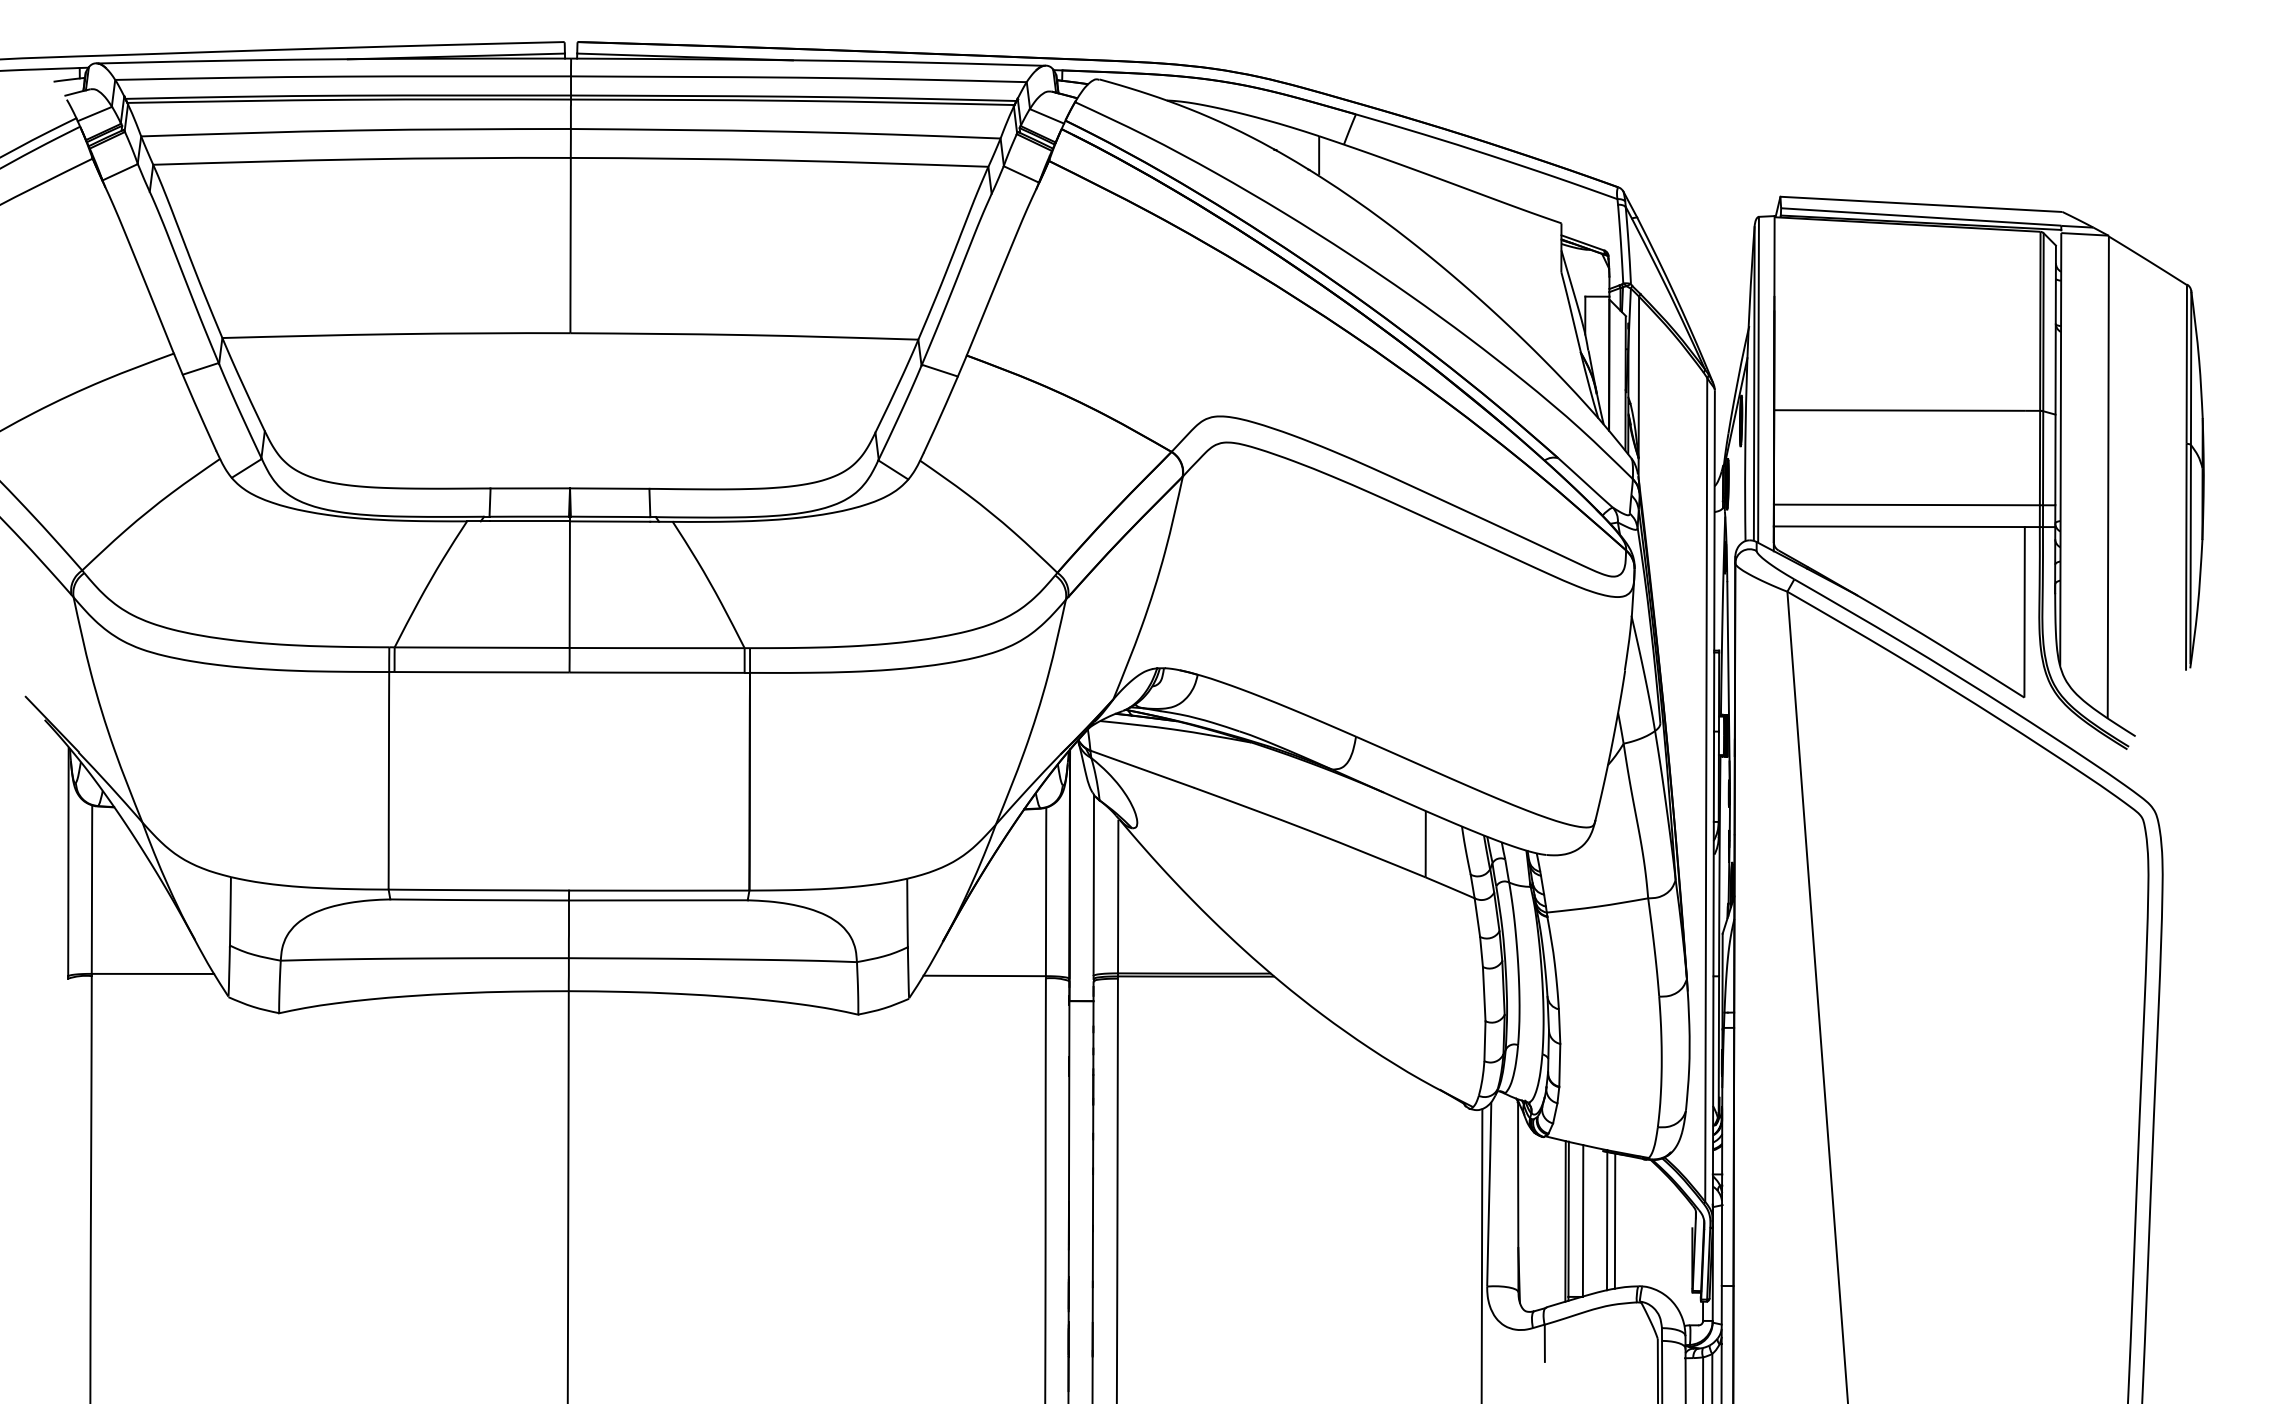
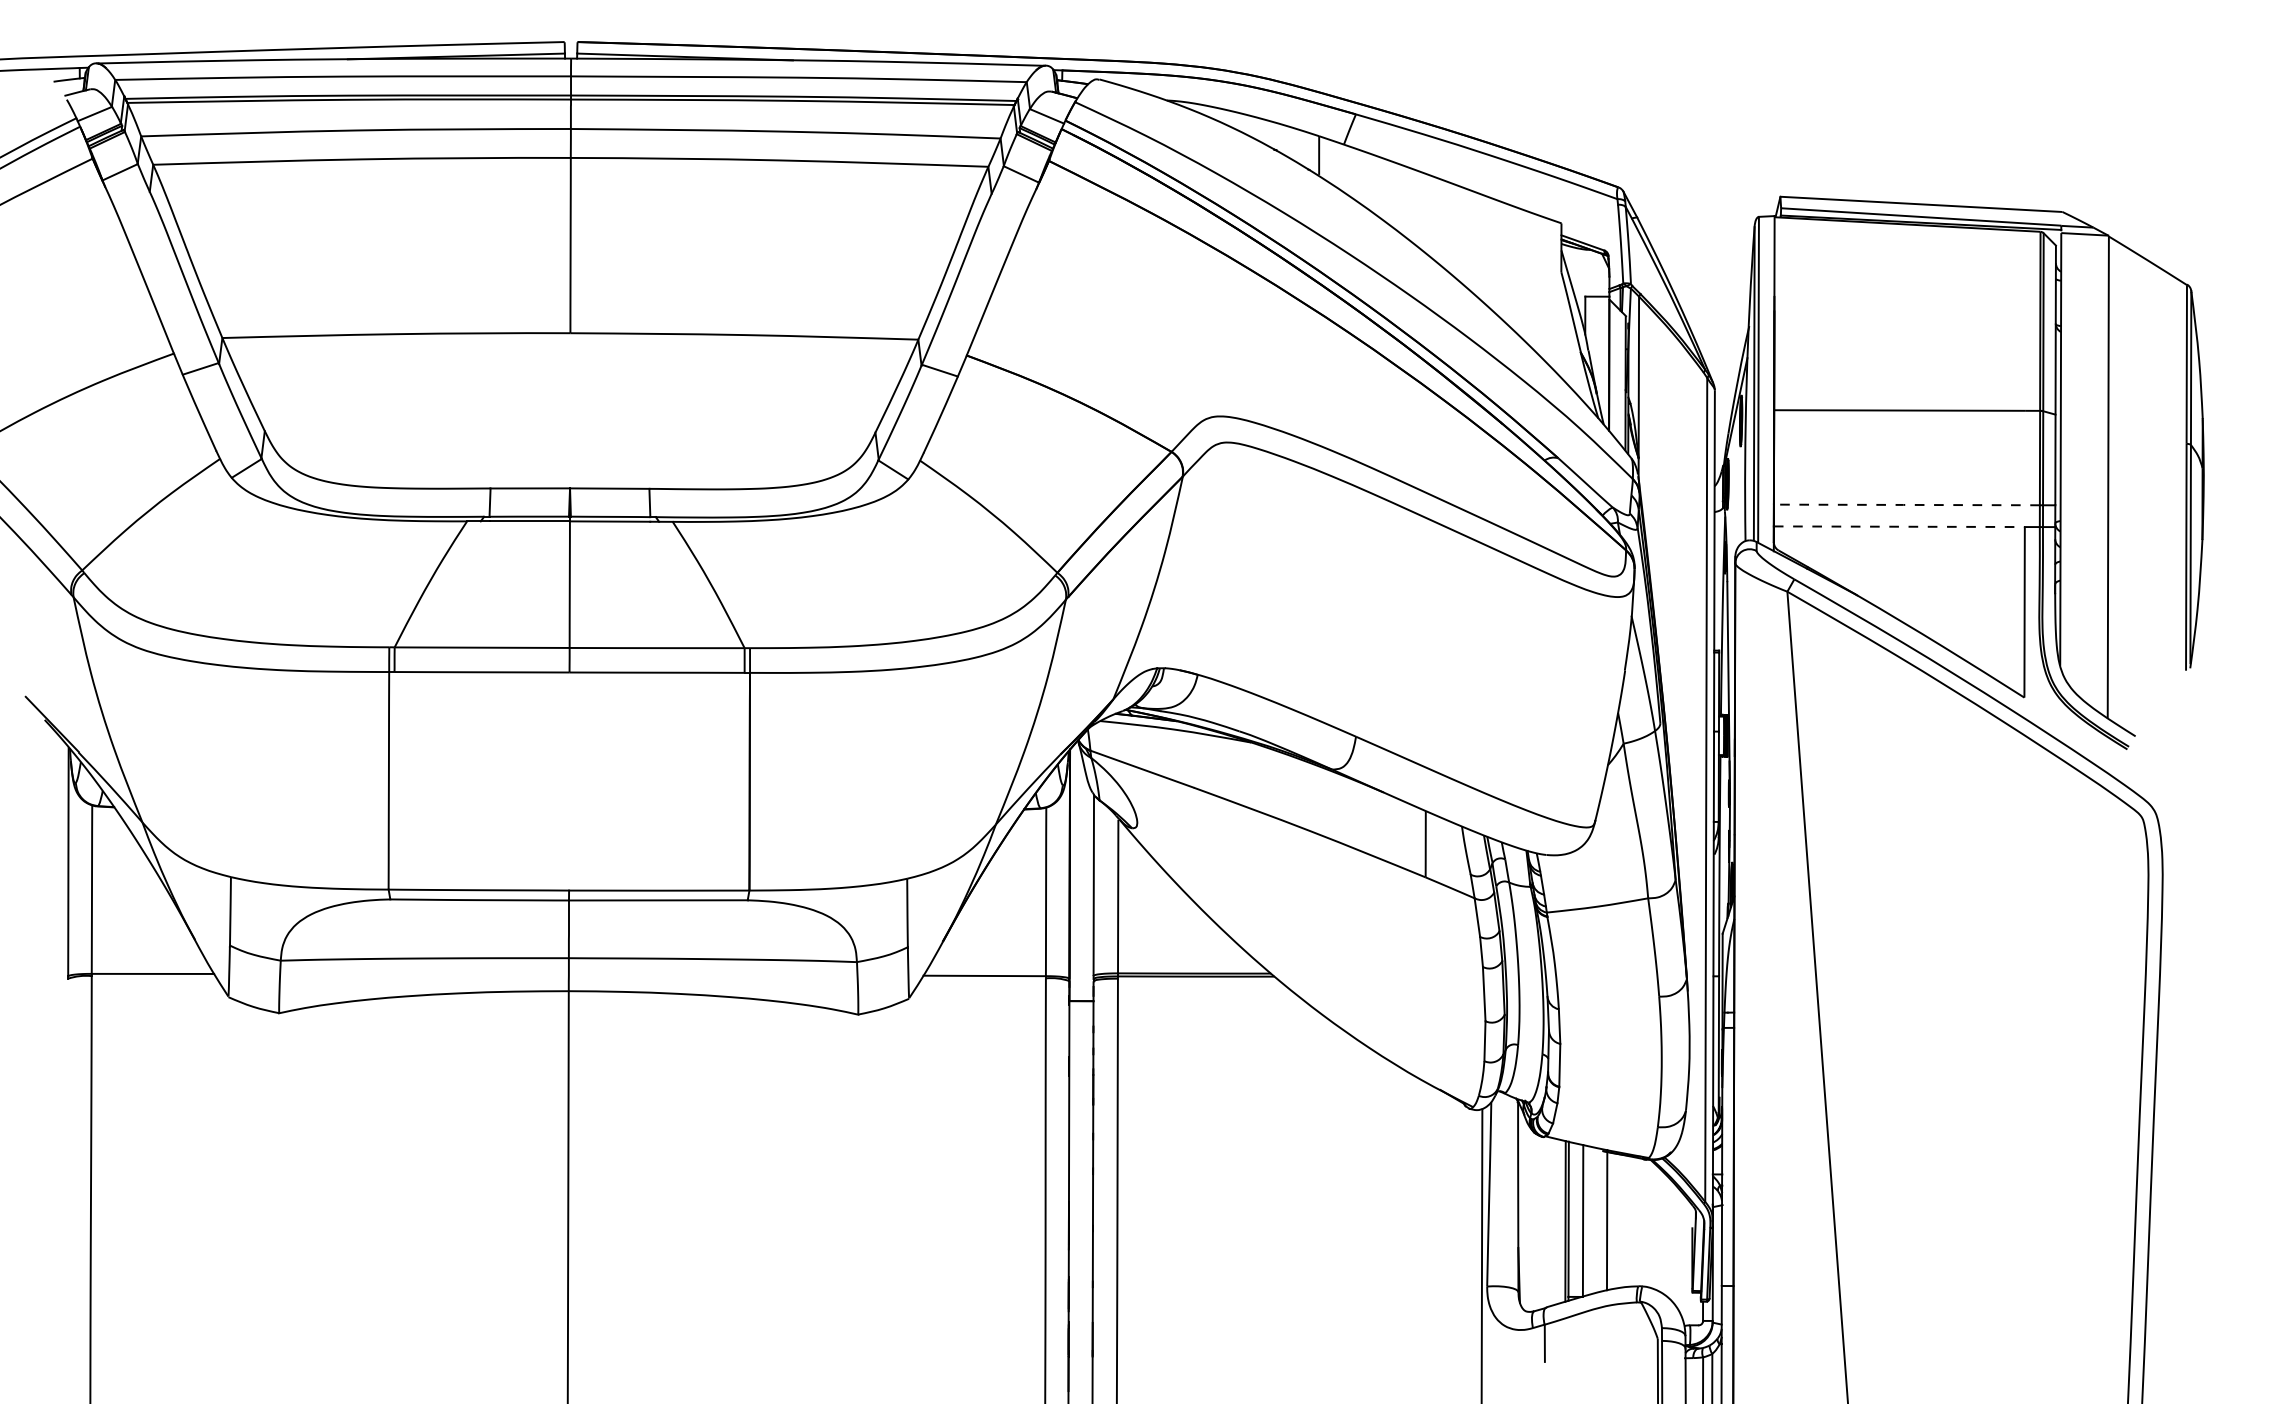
line at (1906, 504): solid -> dashed
line at (1899, 526): solid -> dashed
line at (1614, 1220): present -> none
